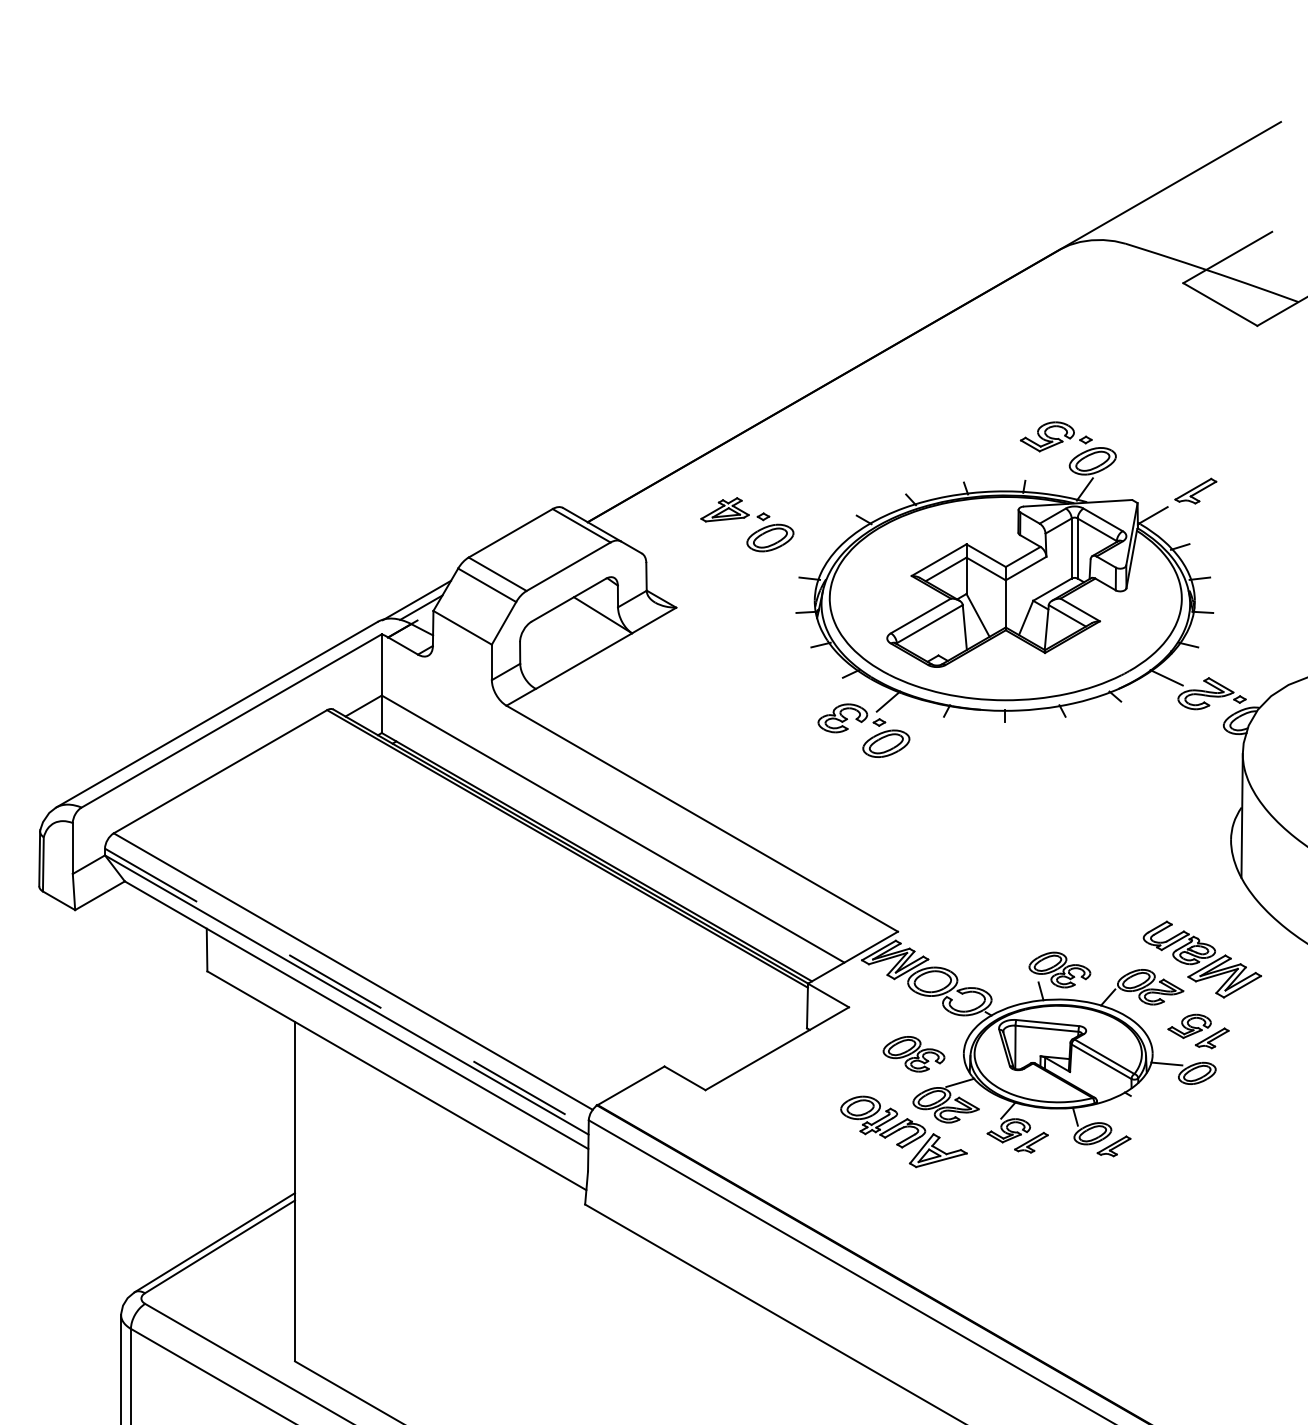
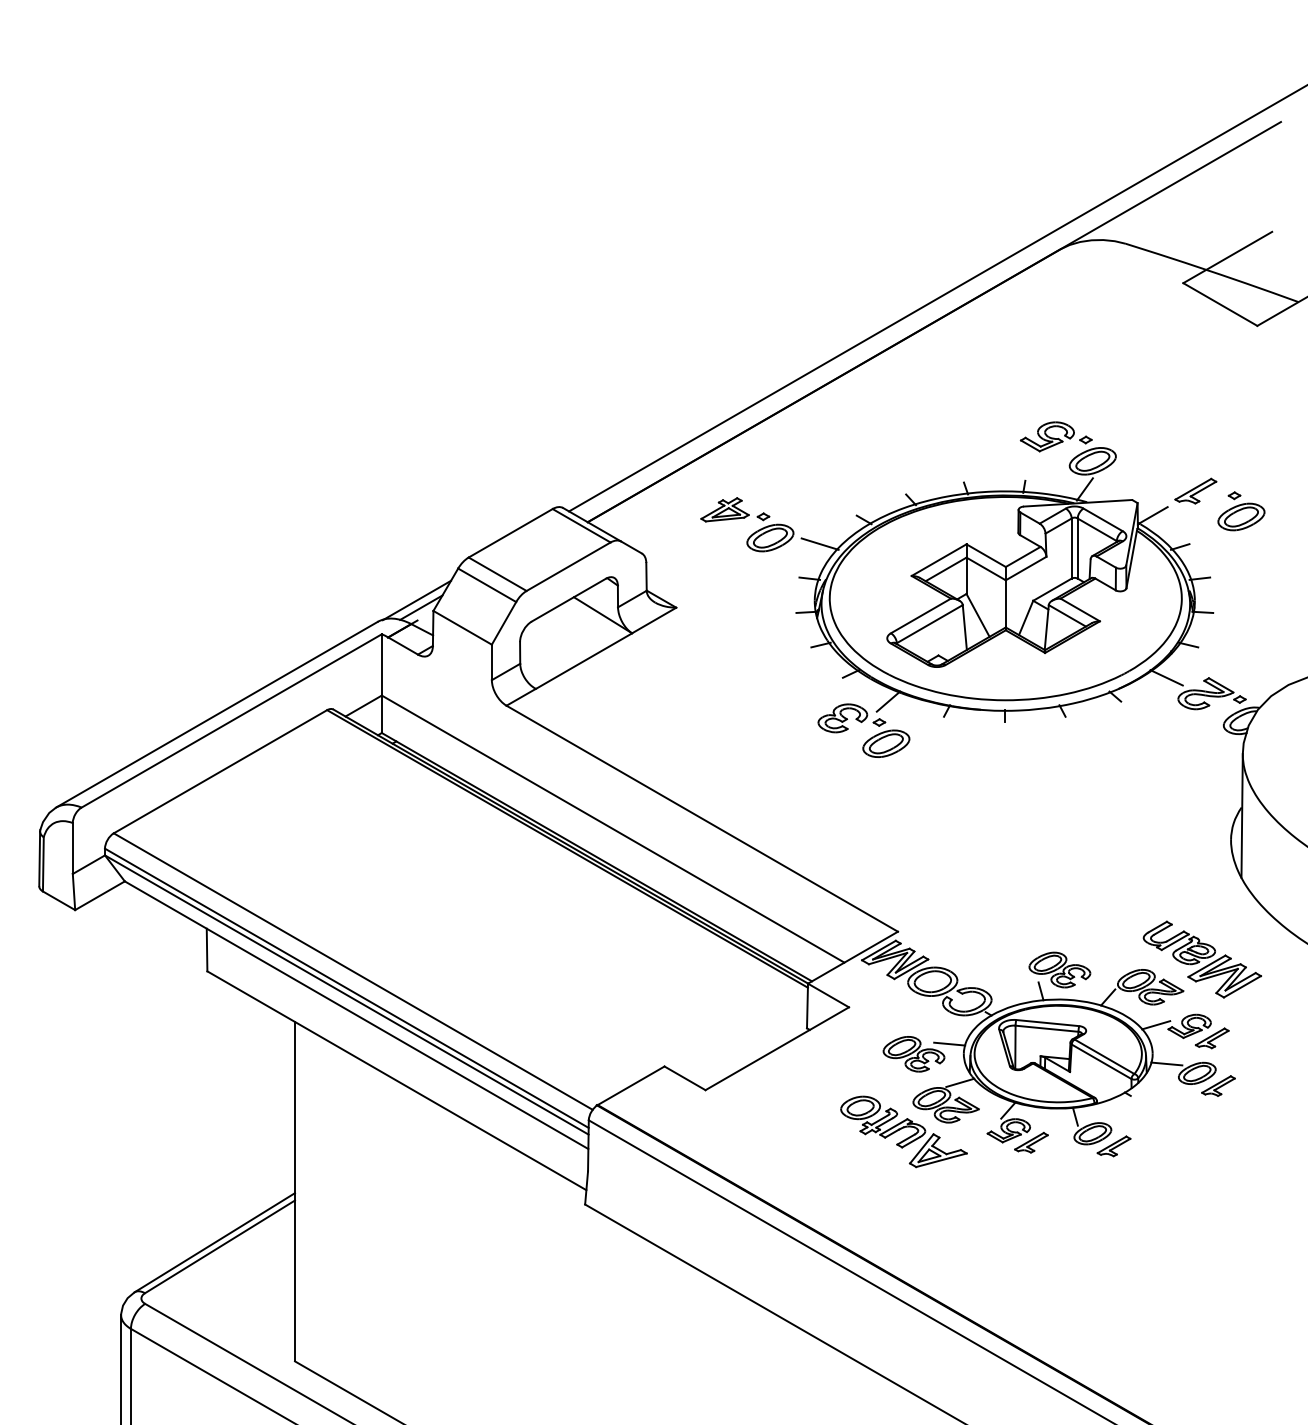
line at (936, 298): none -> present
part at (1241, 511): none -> present
line at (819, 543): none -> present
line at (347, 988): dashed -> solid
line at (1156, 1025): none -> present
line at (949, 1043): none -> present
part at (1218, 1085): none -> present
